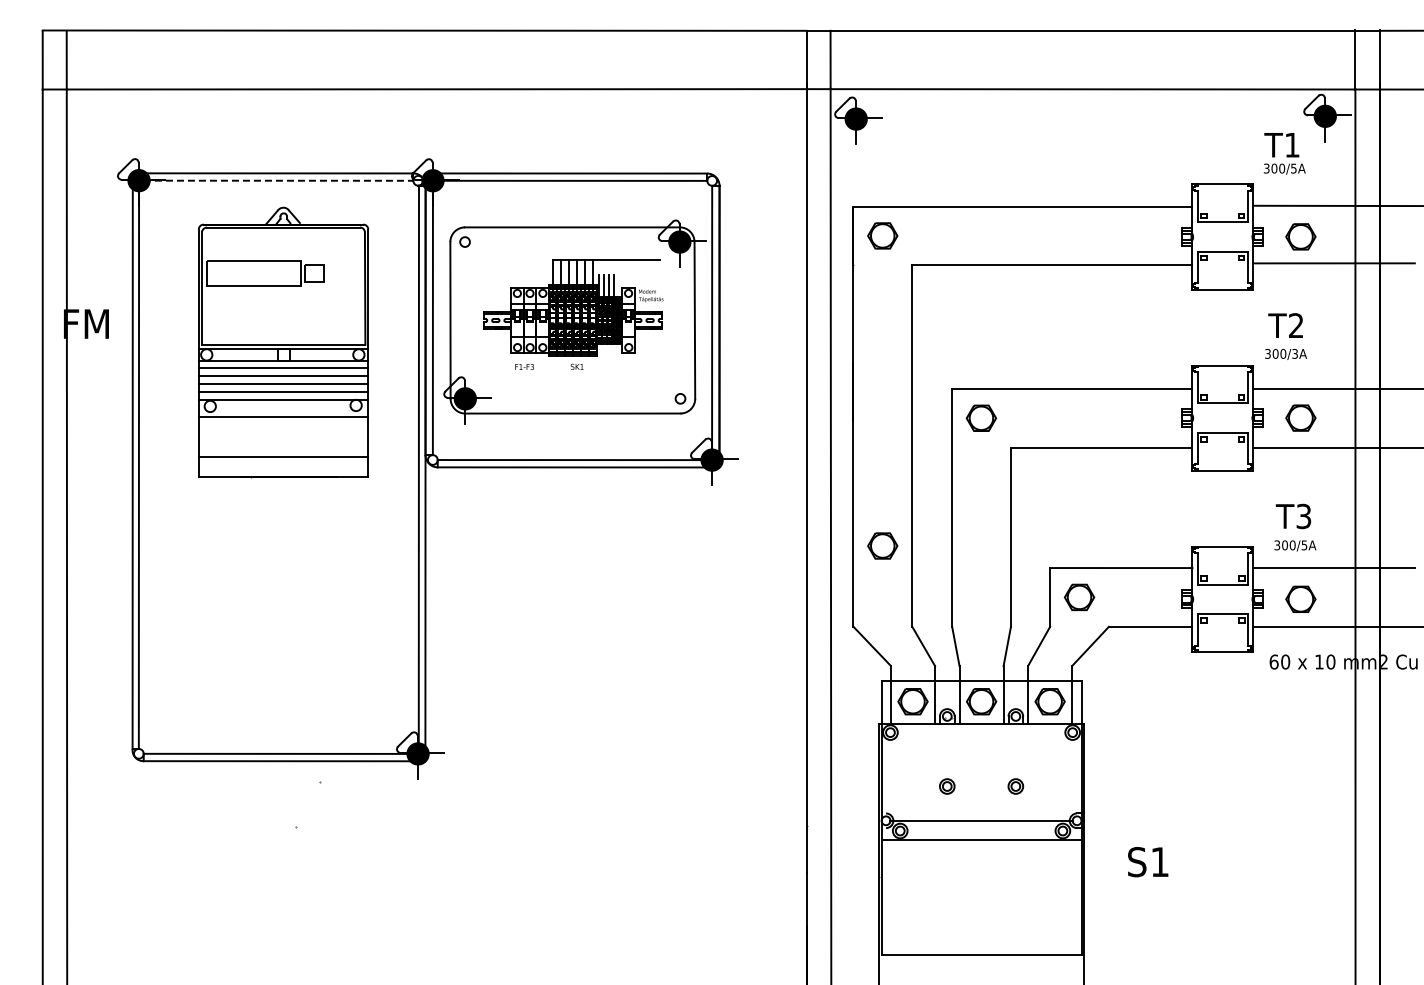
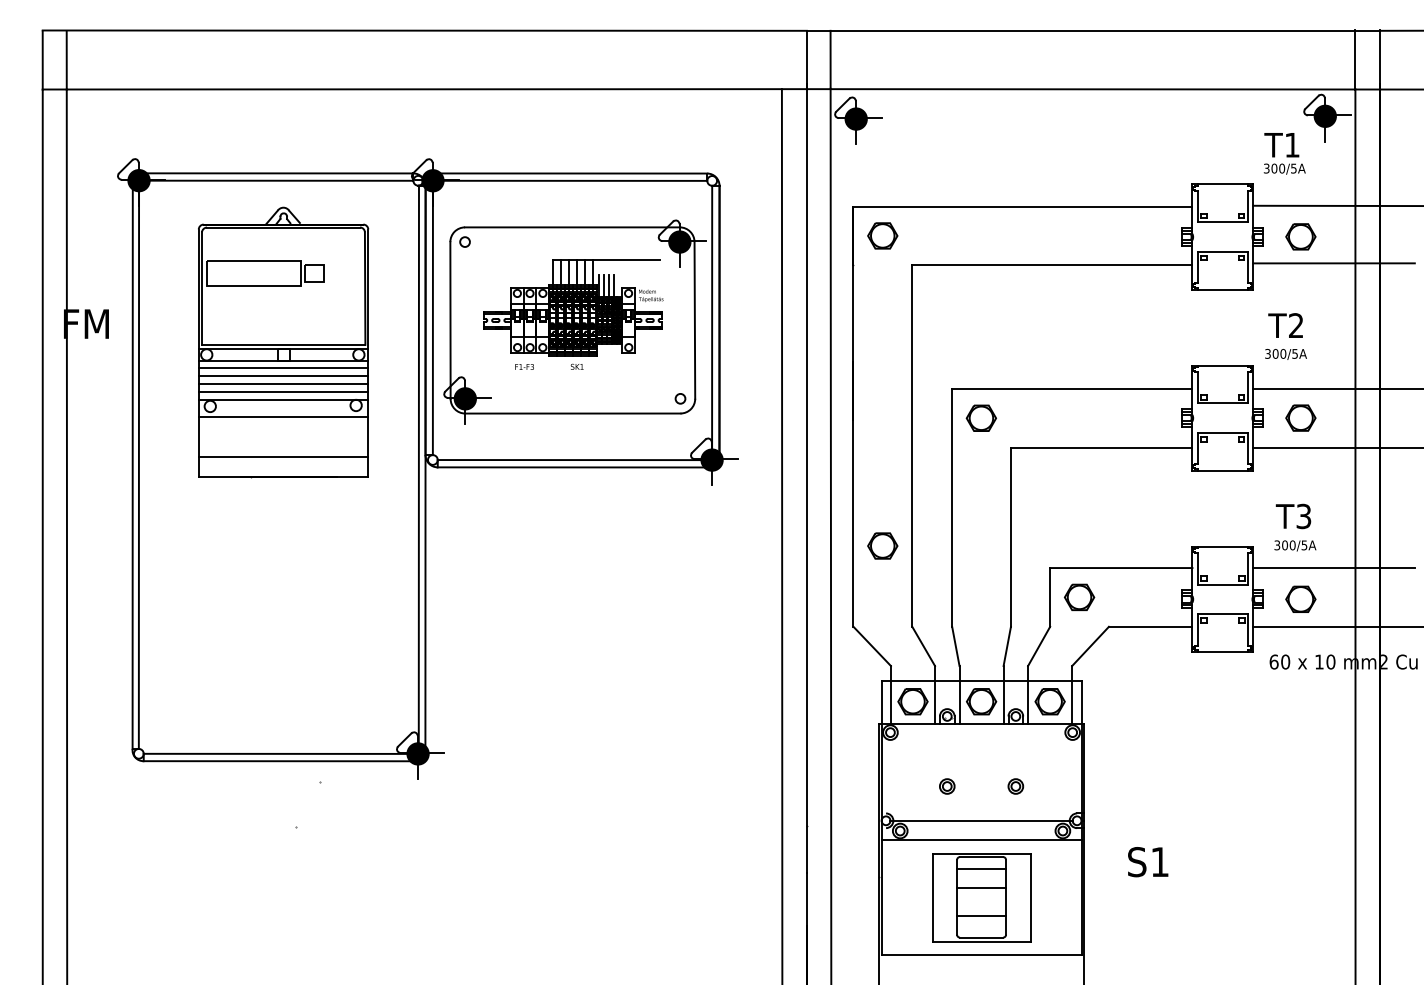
line at (278, 180): dashed -> solid
text at (1294, 353): 300/3A -> 300/5A
line at (781, 535): none -> present
part at (981, 897): none -> present
